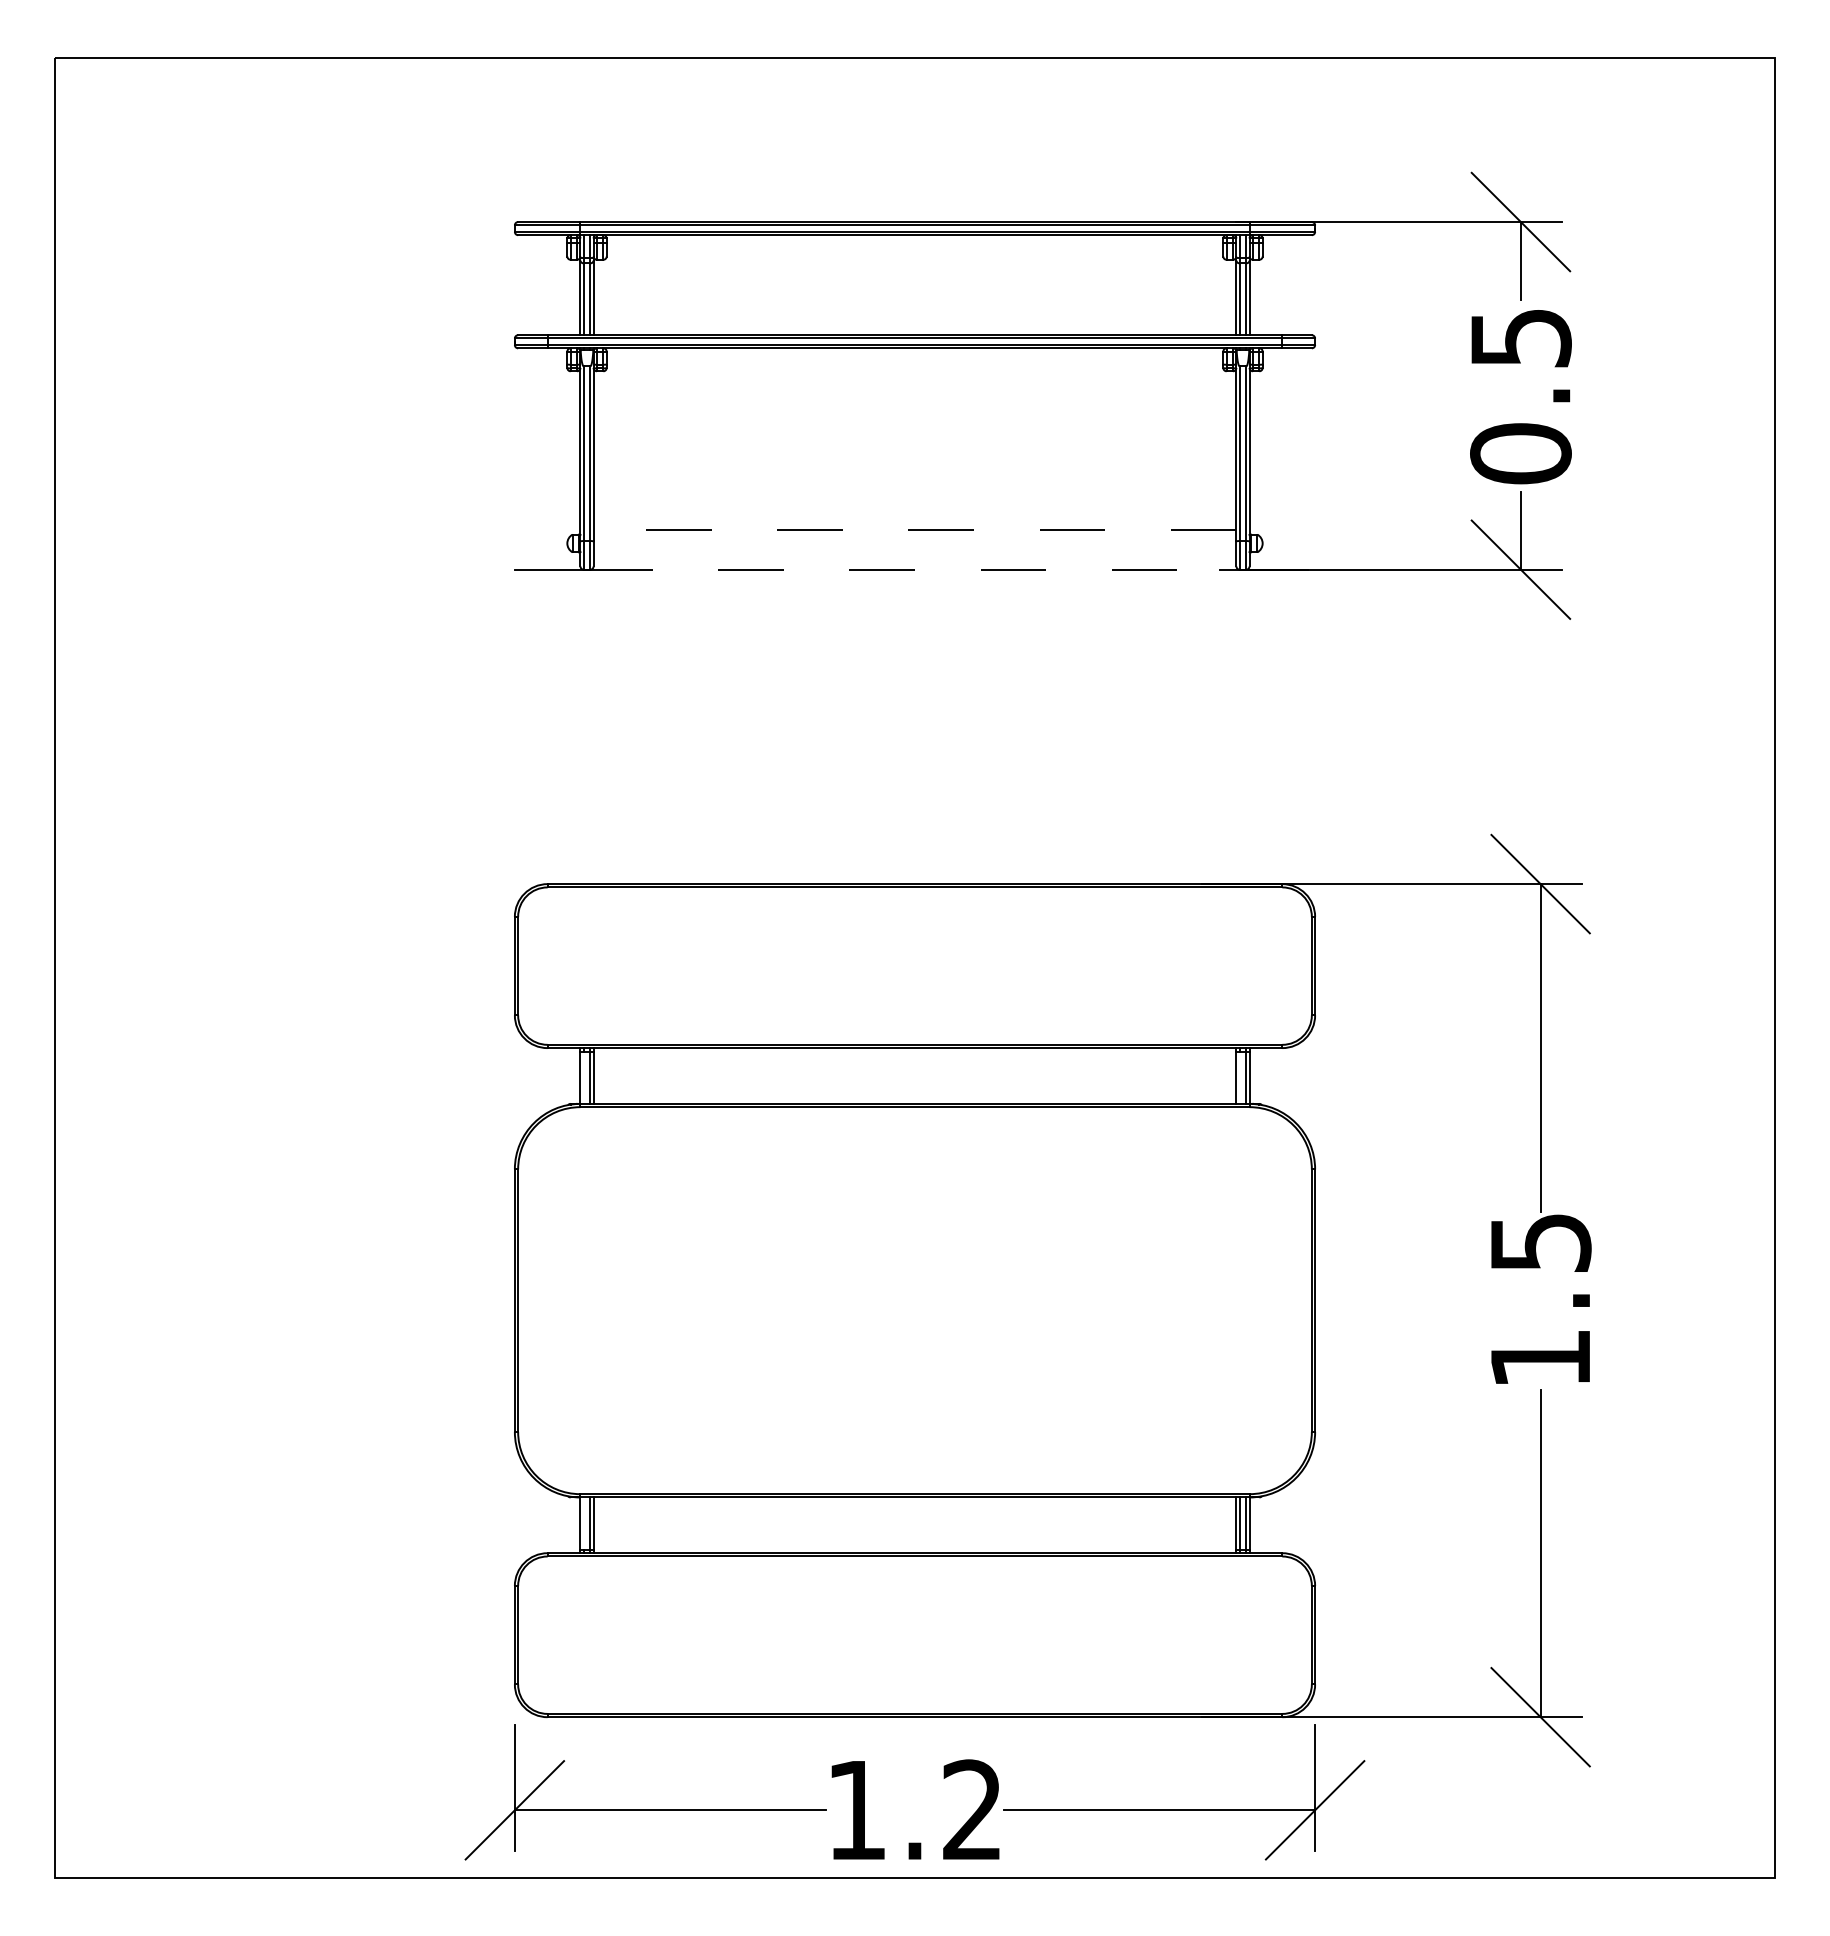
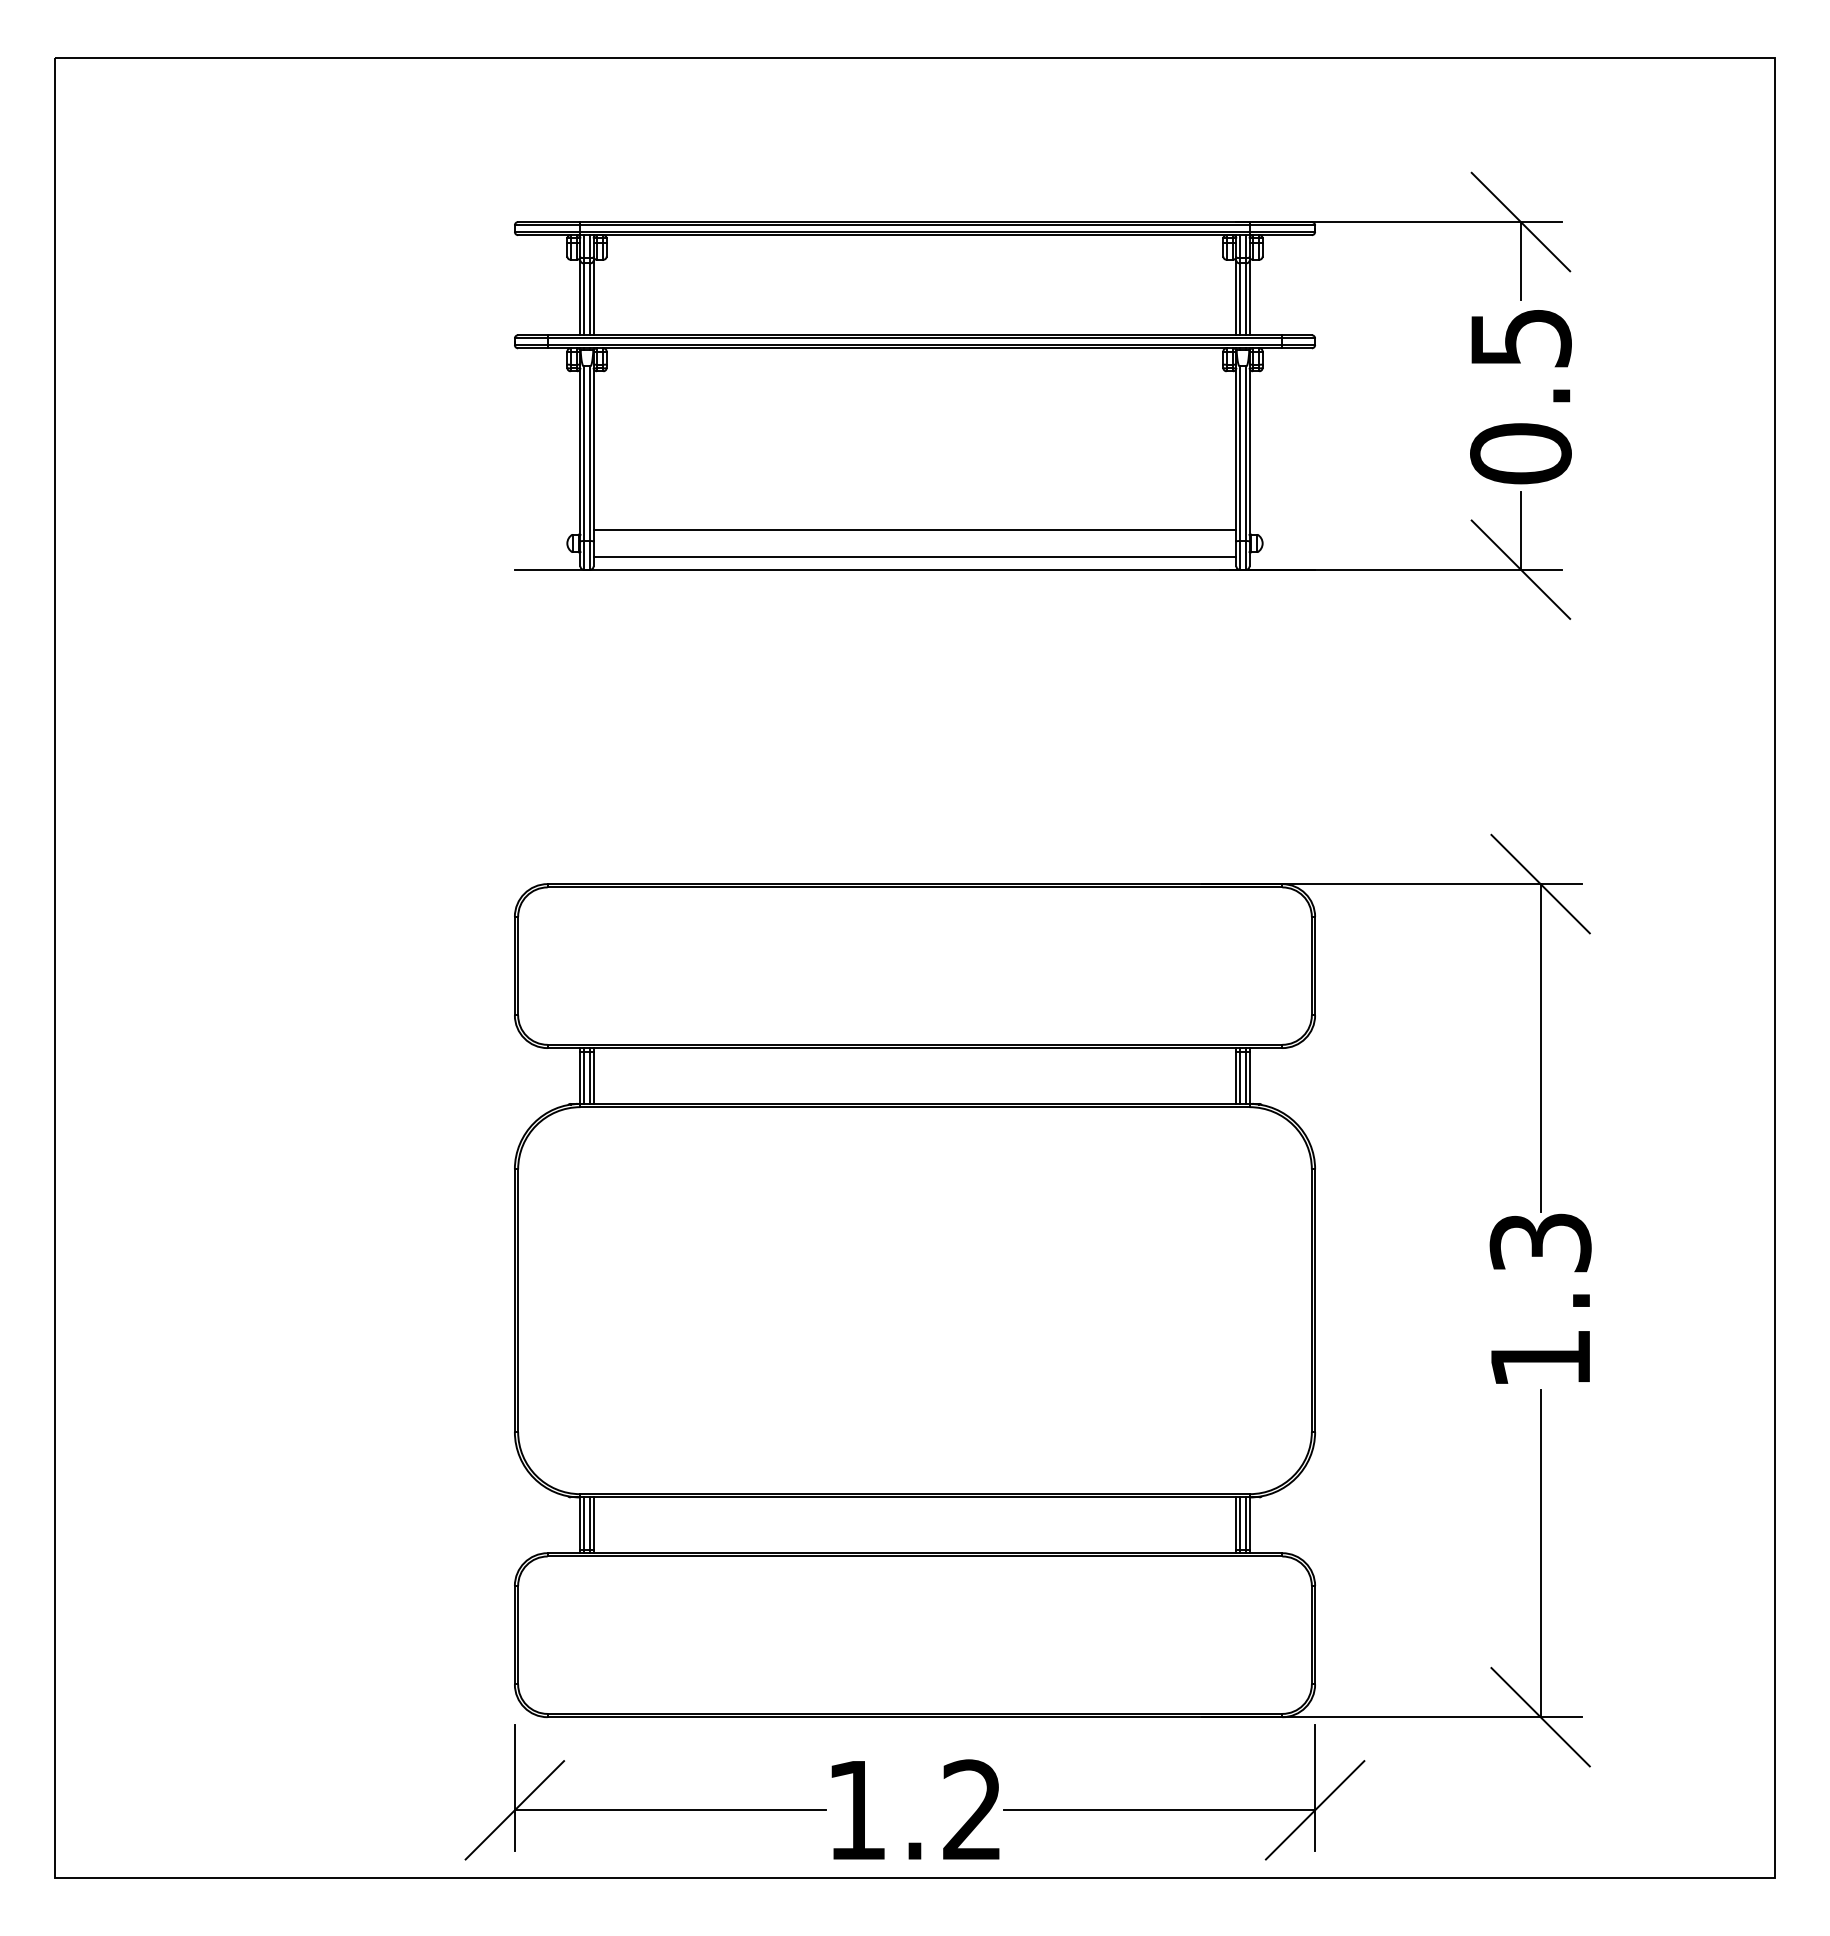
line at (914, 529): dashed -> solid
line at (914, 557): none -> present
line at (951, 569): dashed -> solid
line at (583, 1077): none -> present
line at (1239, 1077): none -> present
text at (1540, 1242): 1.5 -> 1.3
line at (583, 1523): none -> present
